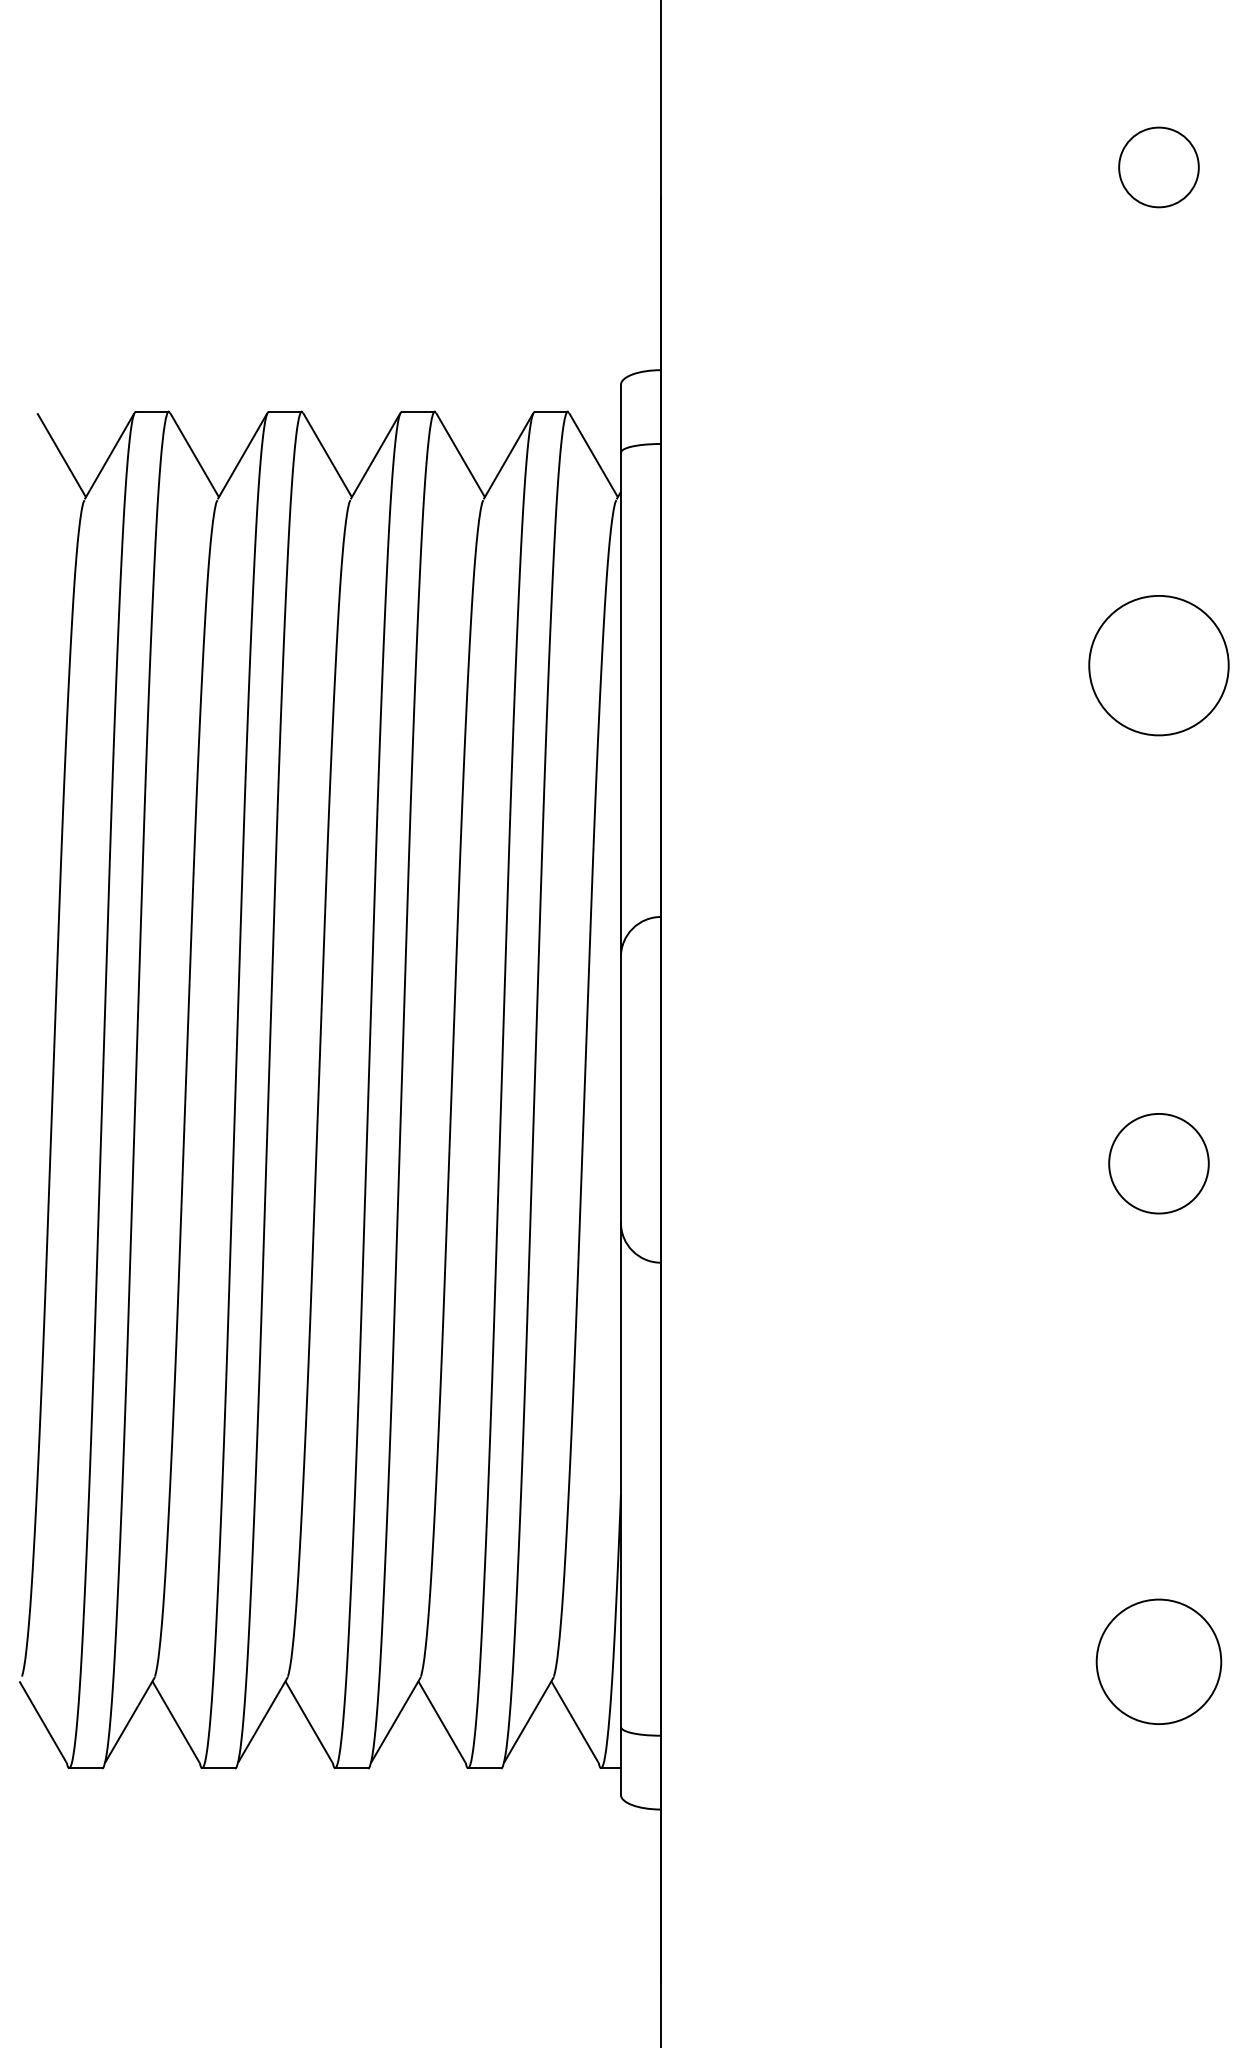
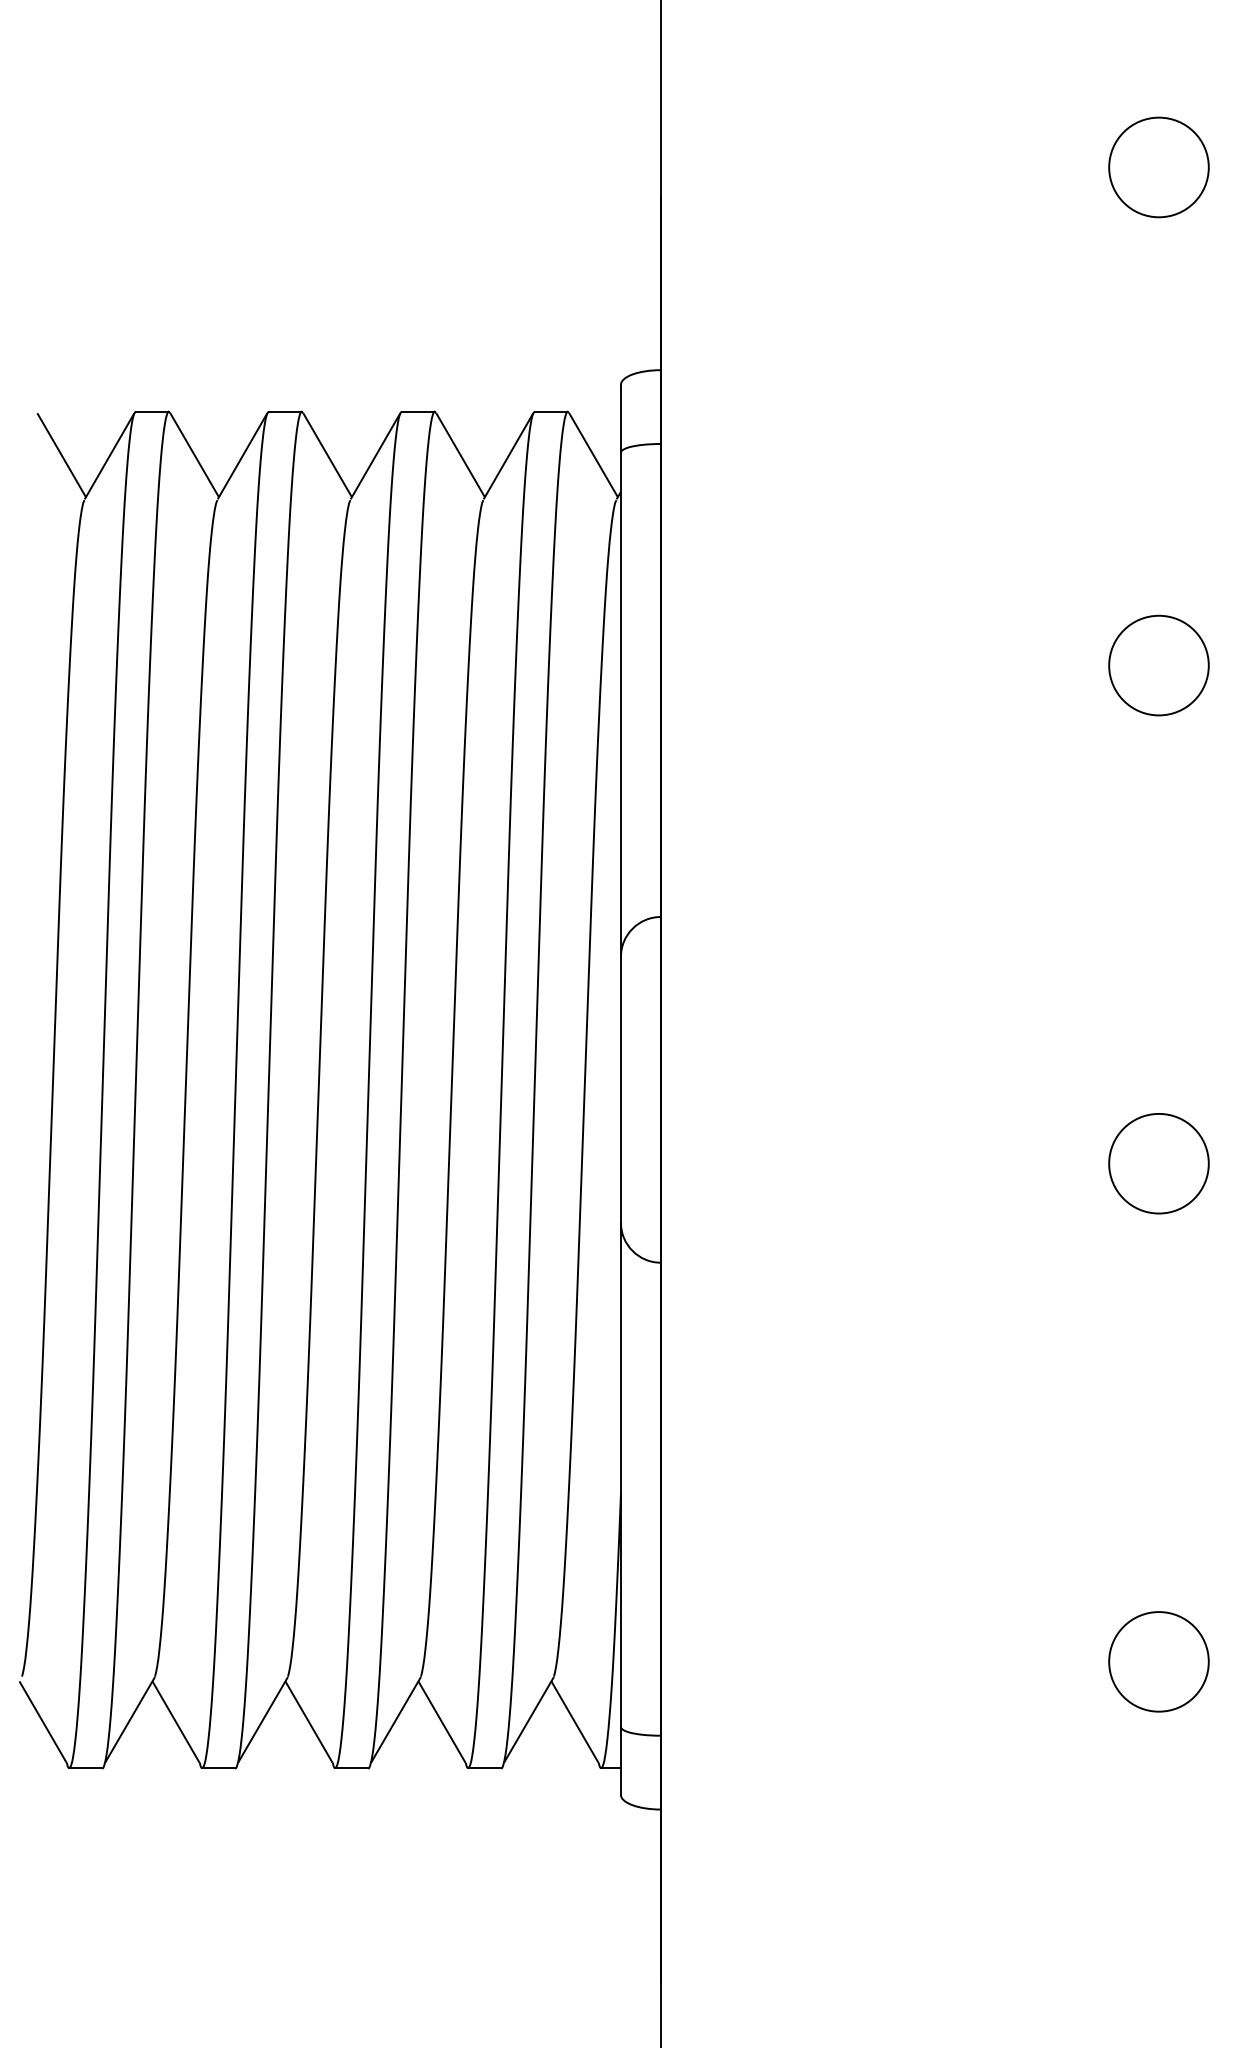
circle at (1158, 167) size: 82x83 px -> 102x103 px
circle at (1158, 665) size: 142x142 px -> 102x103 px
circle at (1158, 1661) diameter: 125 px -> 100 px
